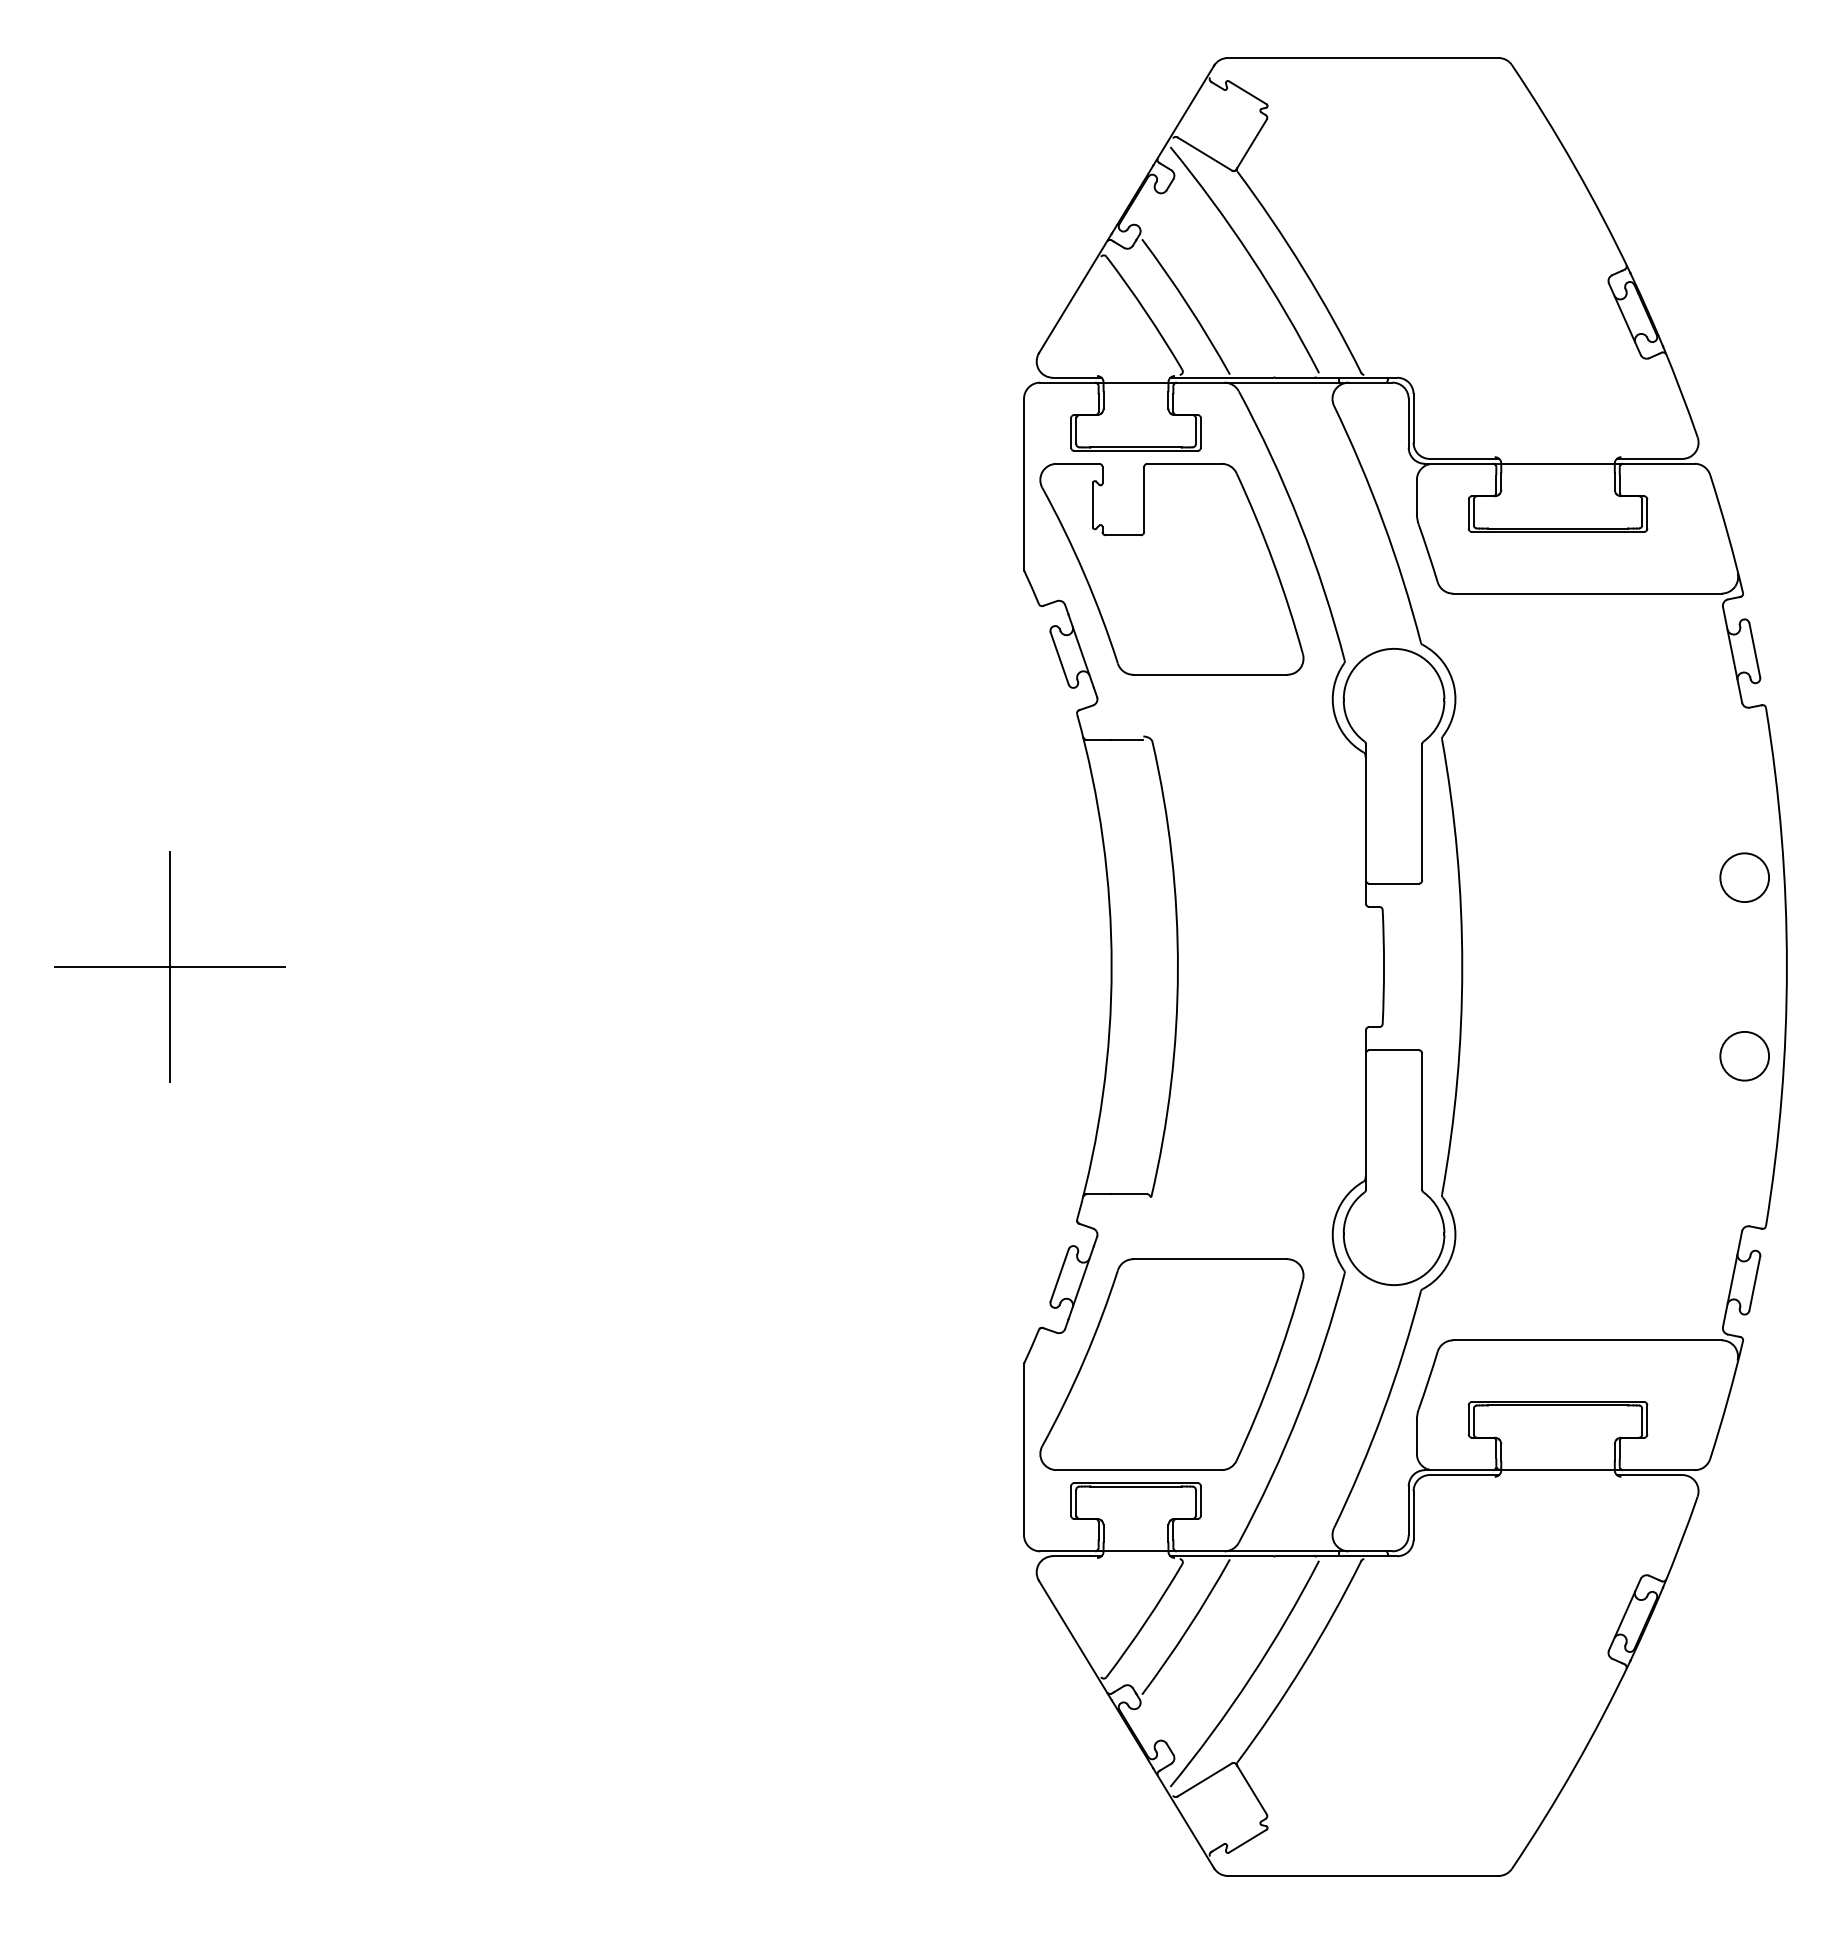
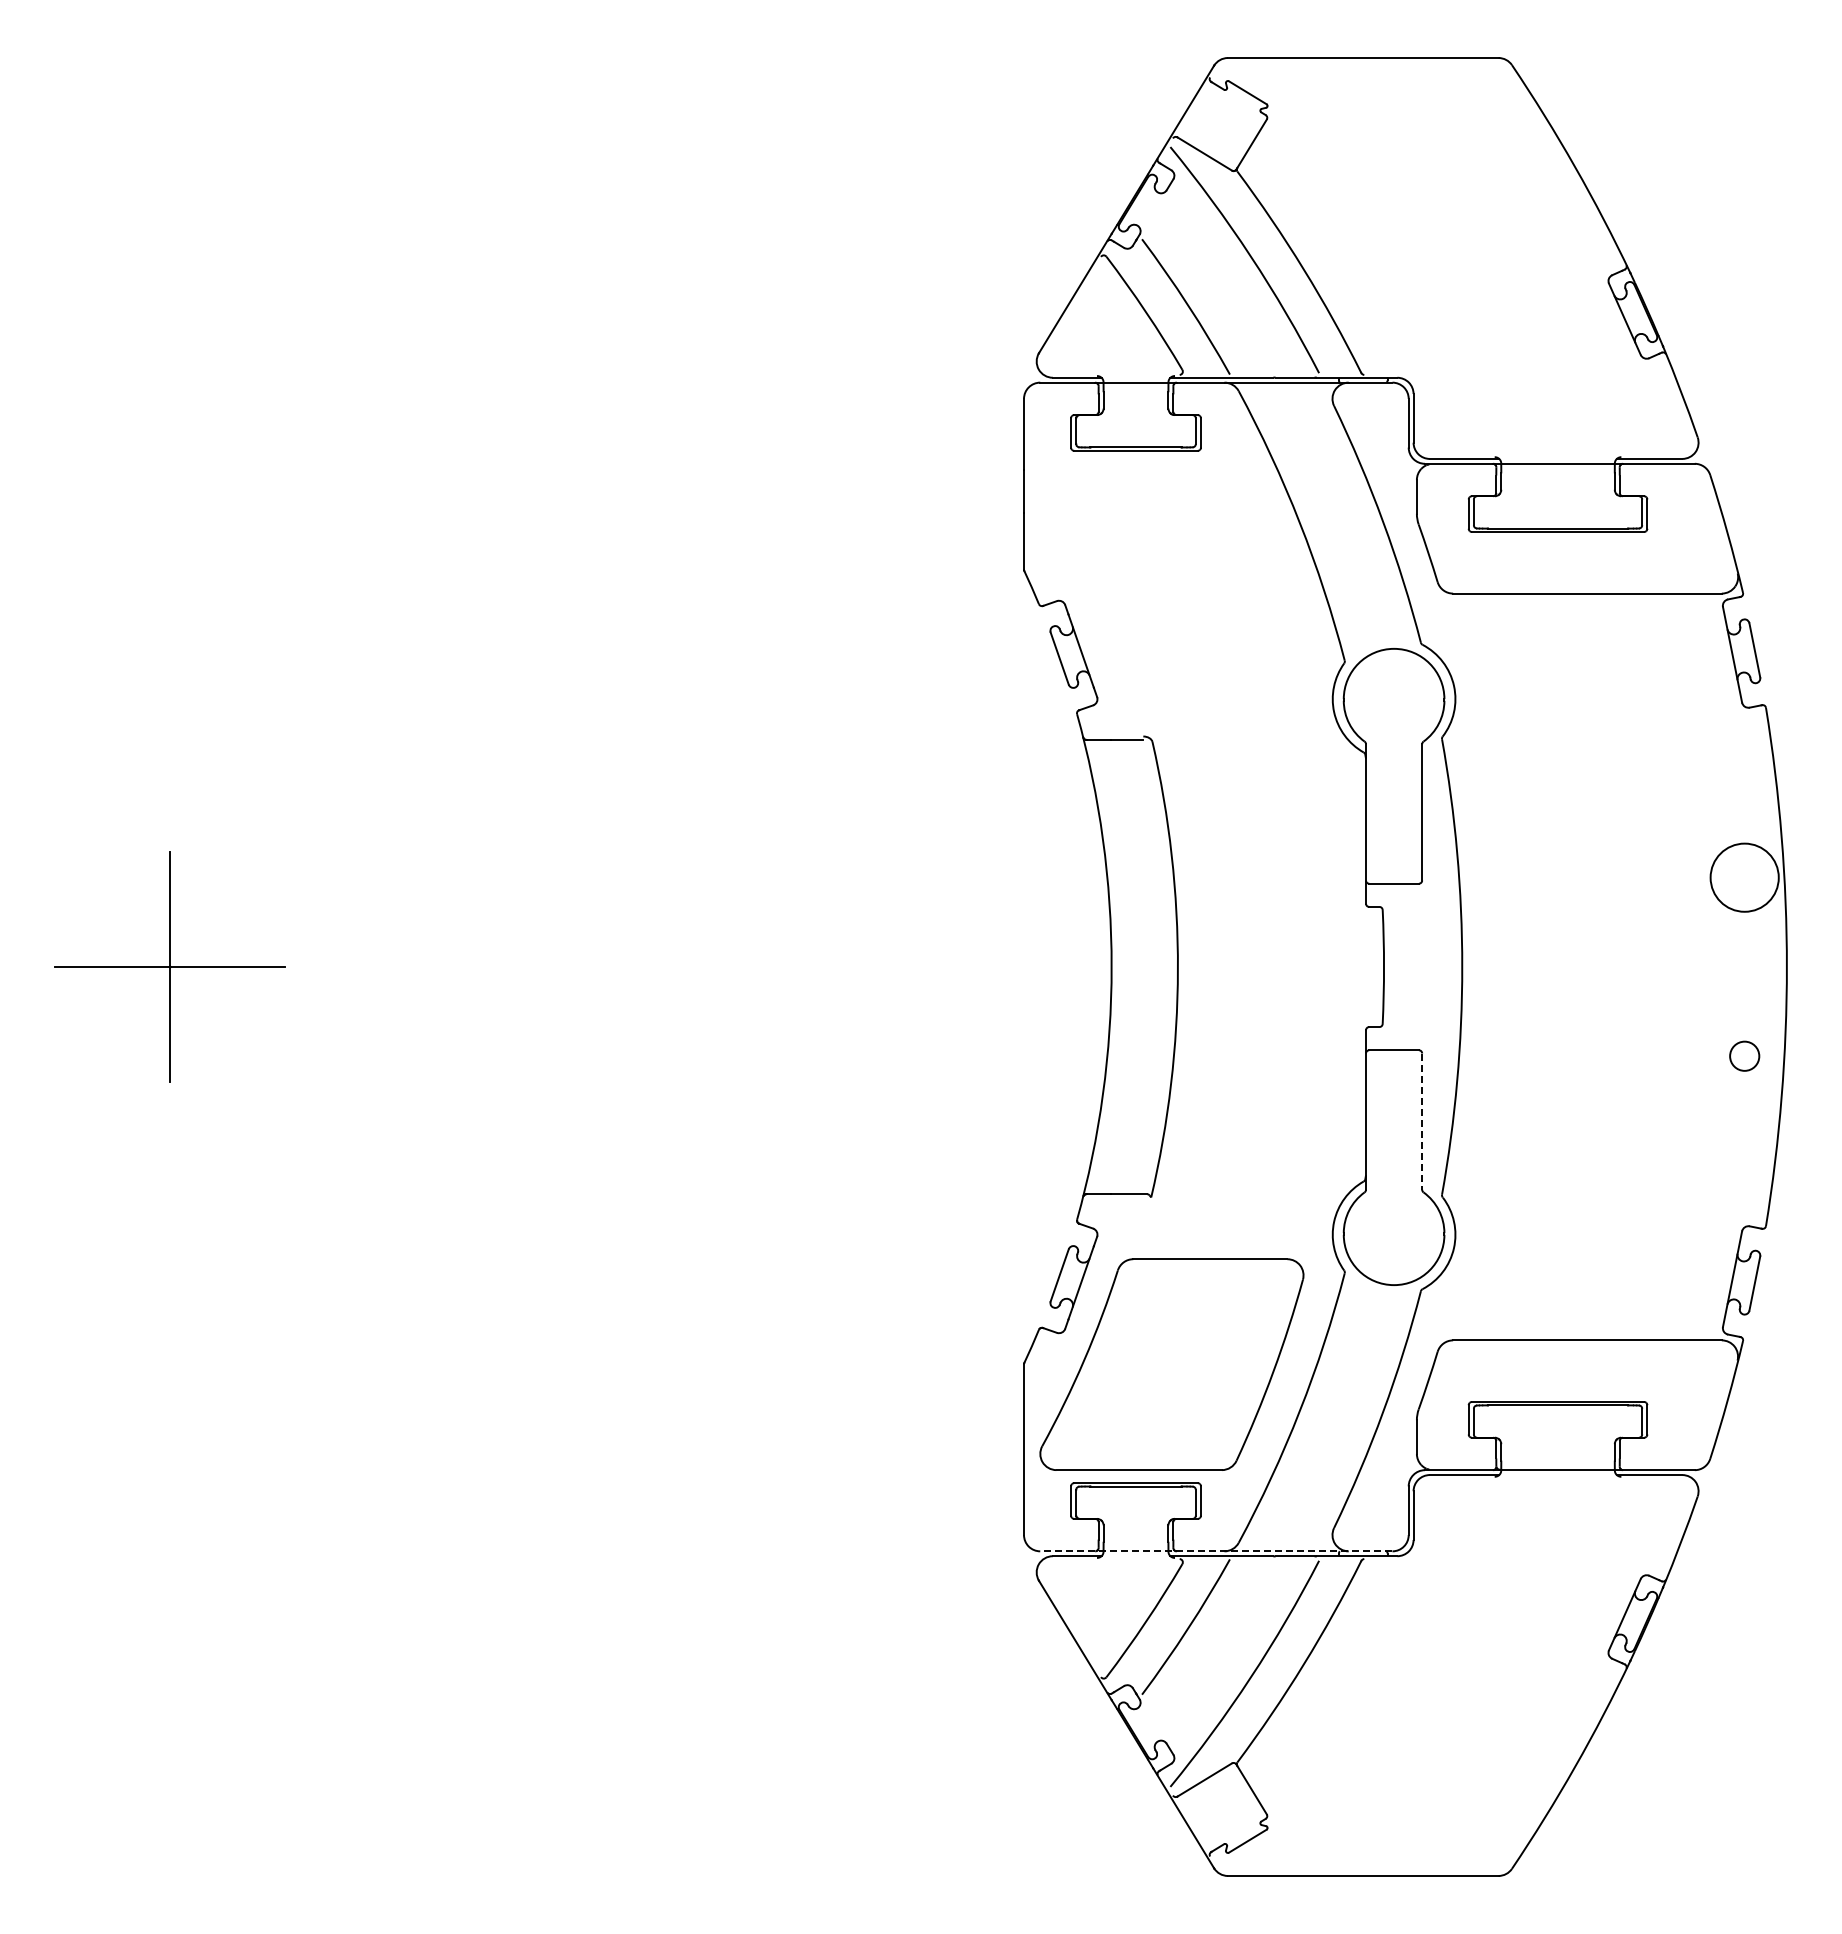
part at (1171, 569): present -> none
circle at (1744, 877) diameter: 49 px -> 68 px
circle at (1744, 1055) diameter: 49 px -> 29 px
line at (1422, 1122): solid -> dashed
line at (1215, 1551): solid -> dashed
